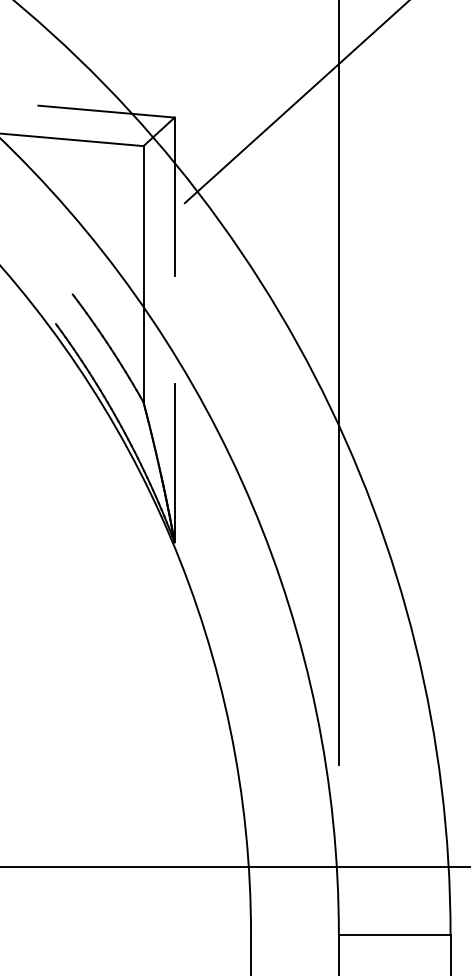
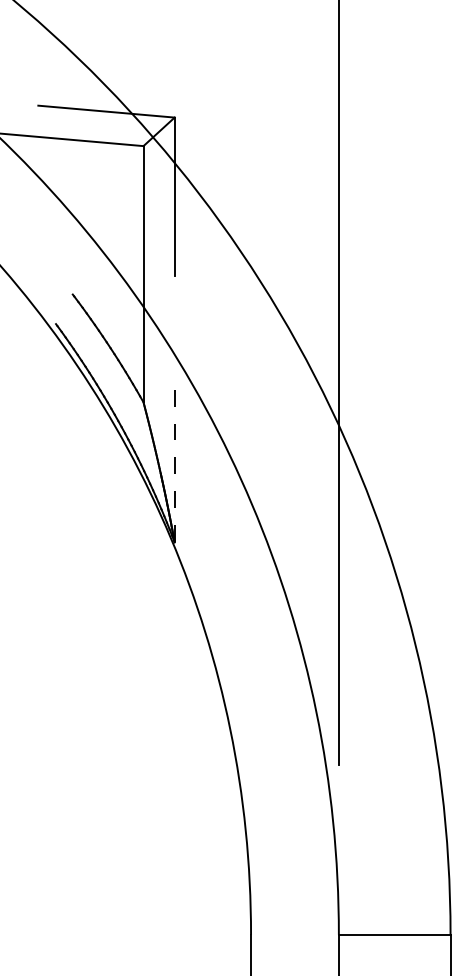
line at (295, 102): present -> none
line at (174, 462): solid -> dashed
line at (234, 866): present -> none
